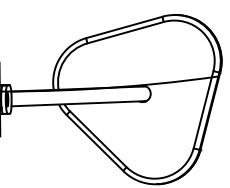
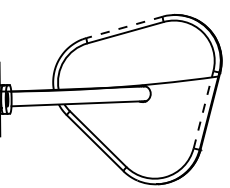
line at (124, 27): solid -> dashed
line at (203, 109): solid -> dashed
